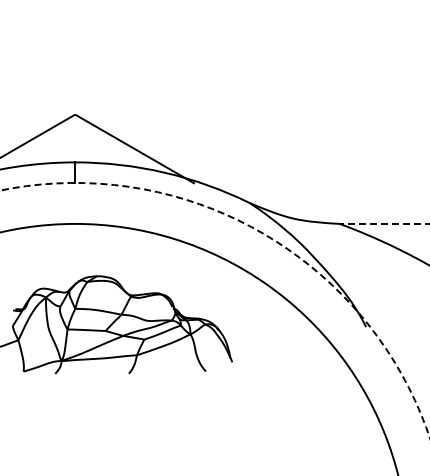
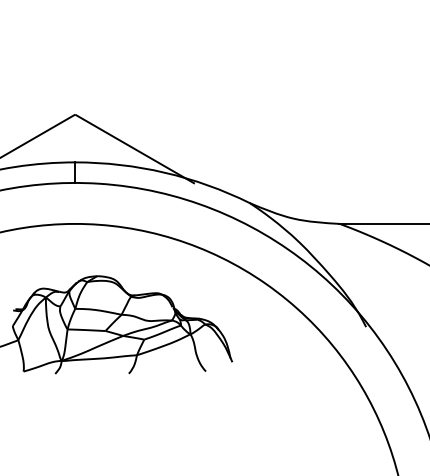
line at (384, 223): dashed -> solid
arc at (263, 233): dashed -> solid
